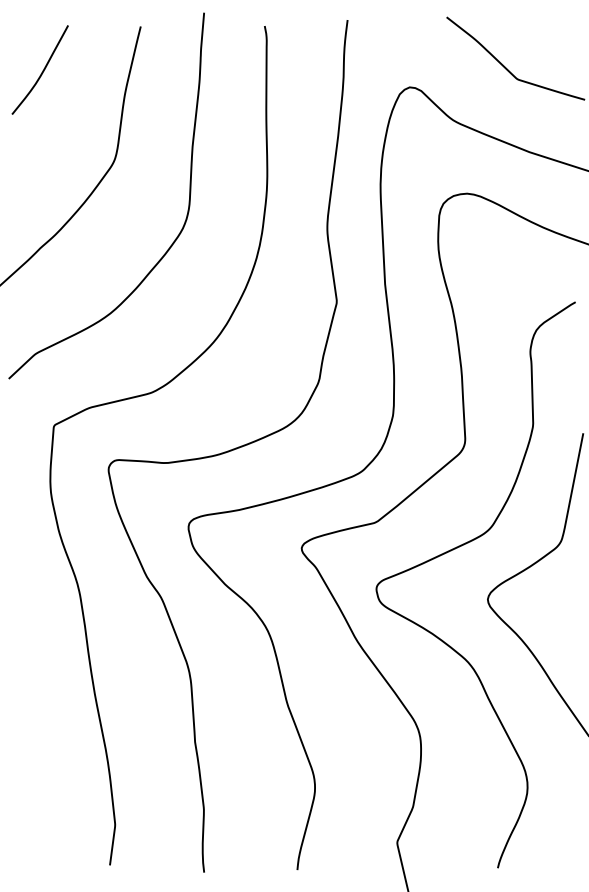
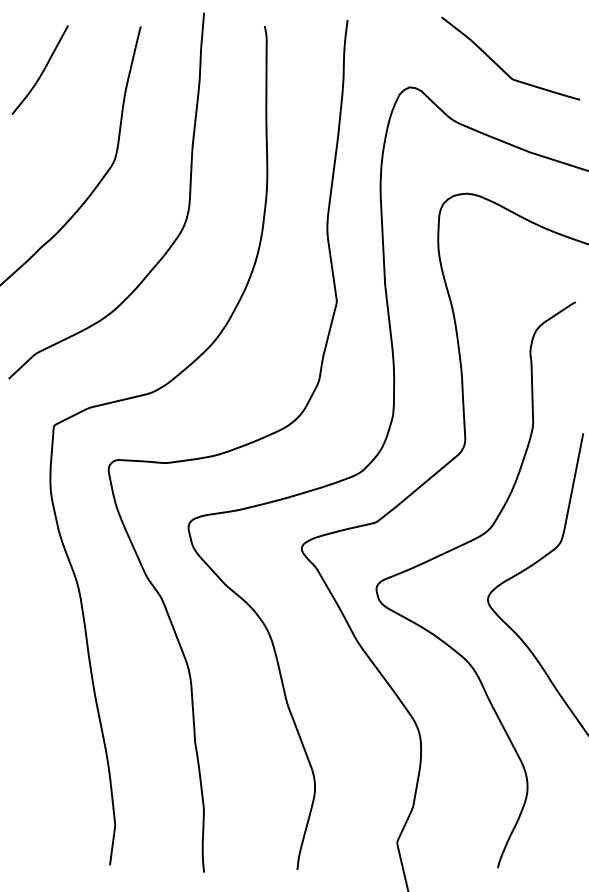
curve at (506, 67) position: (506, 67) -> (501, 67)
